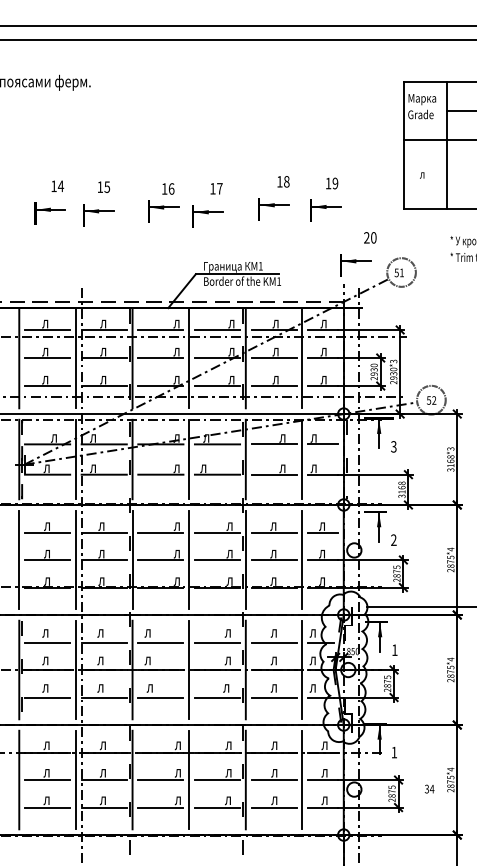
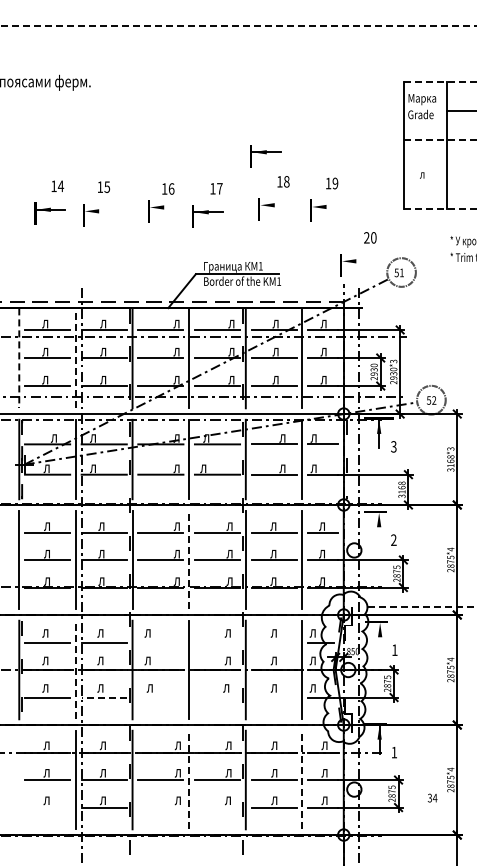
line at (238, 25): solid -> dashed
line at (237, 40): present -> none
line at (440, 82): solid -> dashed
line at (440, 139): solid -> dashed
part at (265, 156): none -> present
line at (274, 205): present -> none
line at (163, 207): present -> none
line at (326, 207): present -> none
line at (440, 208): solid -> dashed
line at (98, 211): present -> none
line at (356, 261): present -> none
line at (75, 357): solid -> dashed
line at (19, 358): solid -> dashed
line at (379, 526): present -> none
line at (189, 559): solid -> dashed
line at (422, 607): solid -> dashed
line at (380, 636): present -> none
line at (160, 642): present -> none
line at (217, 642): present -> none
line at (273, 642): present -> none
line at (75, 669): solid -> dashed
line at (104, 697): solid -> dashed
line at (160, 697): present -> none
line at (217, 697): present -> none
line at (273, 697): present -> none
line at (19, 779): present -> none
line at (189, 779): solid -> dashed
line at (302, 779): solid -> dashed
text at (429, 788) position: (429, 788) -> (432, 797)
line at (47, 807): present -> none
line at (160, 807): present -> none
line at (217, 807): present -> none
